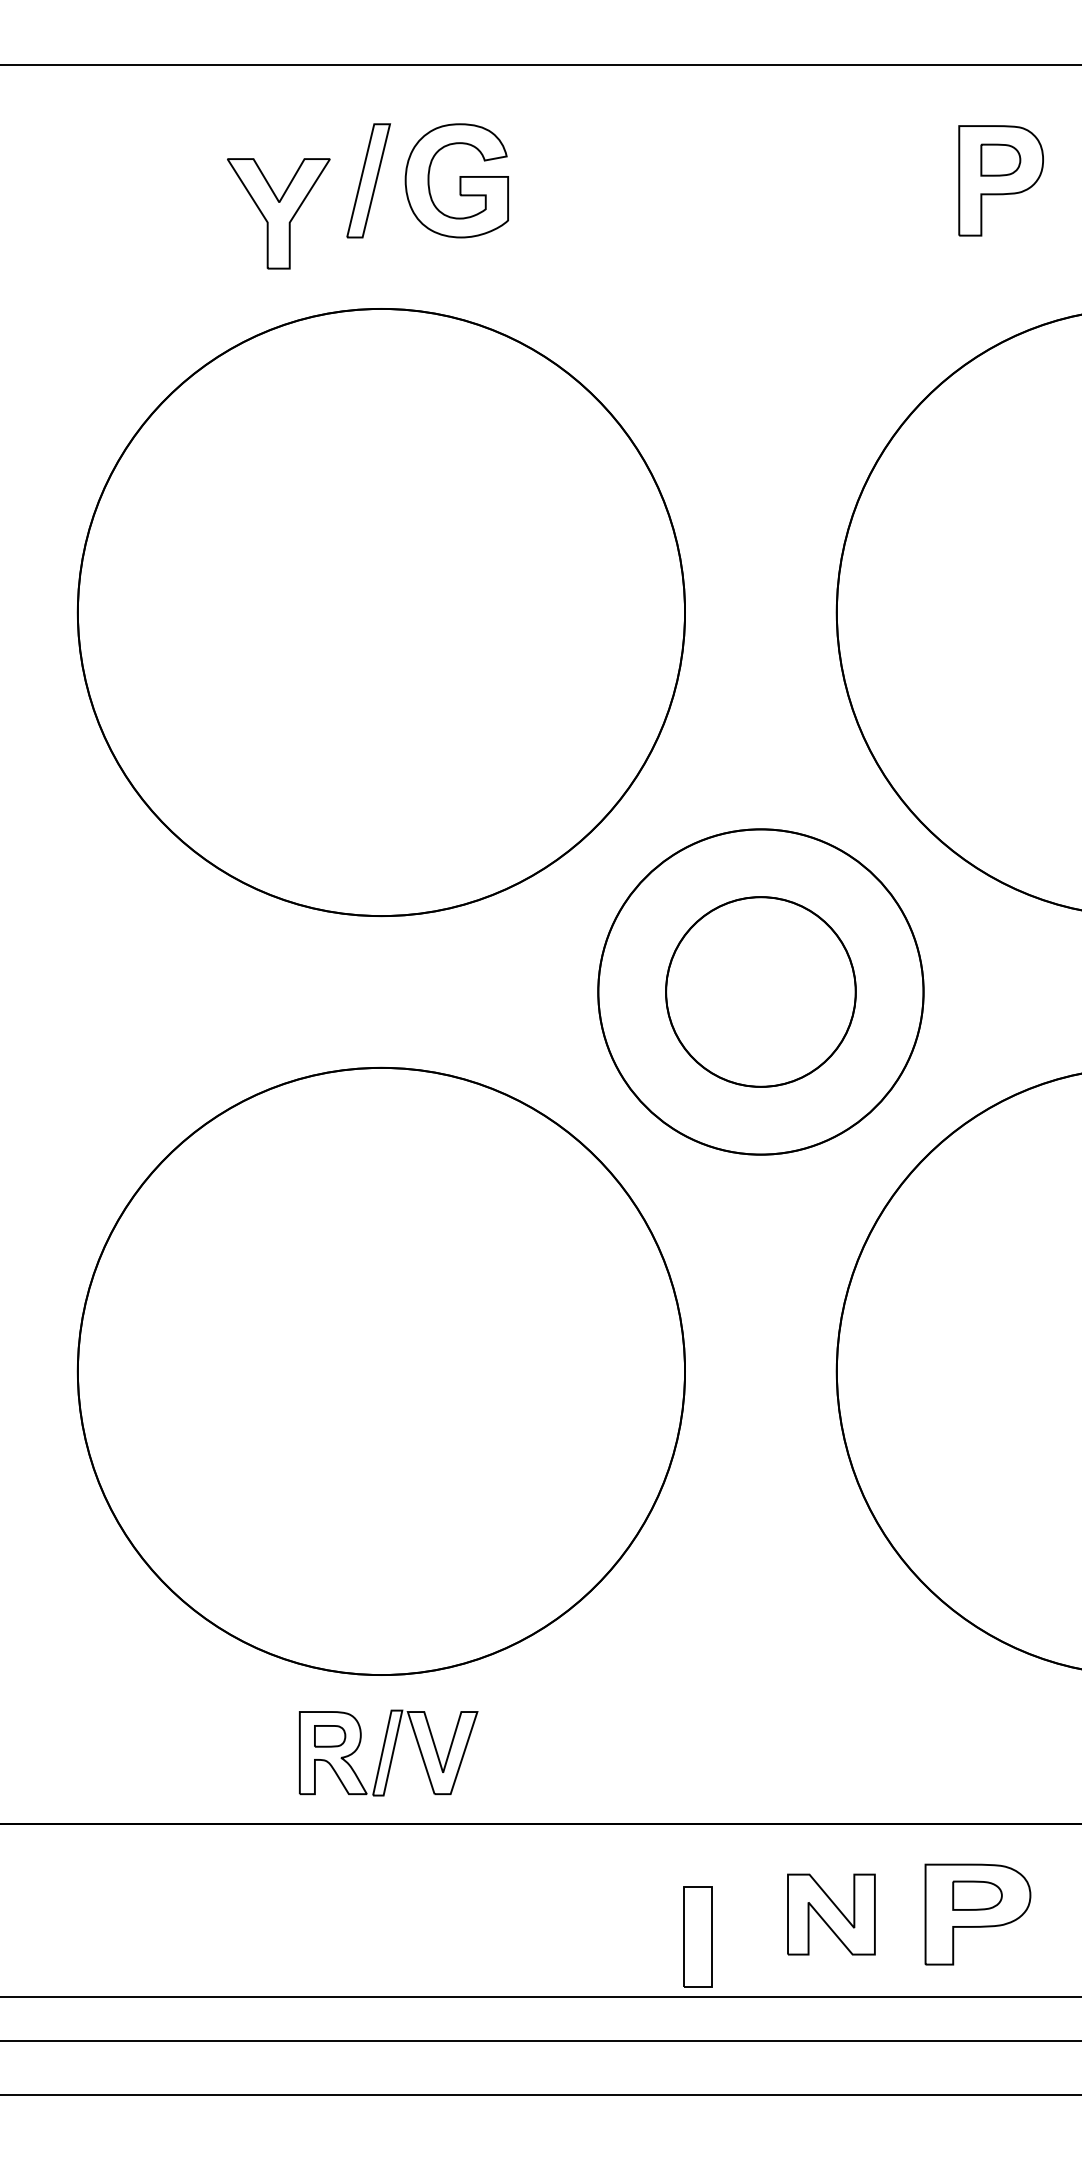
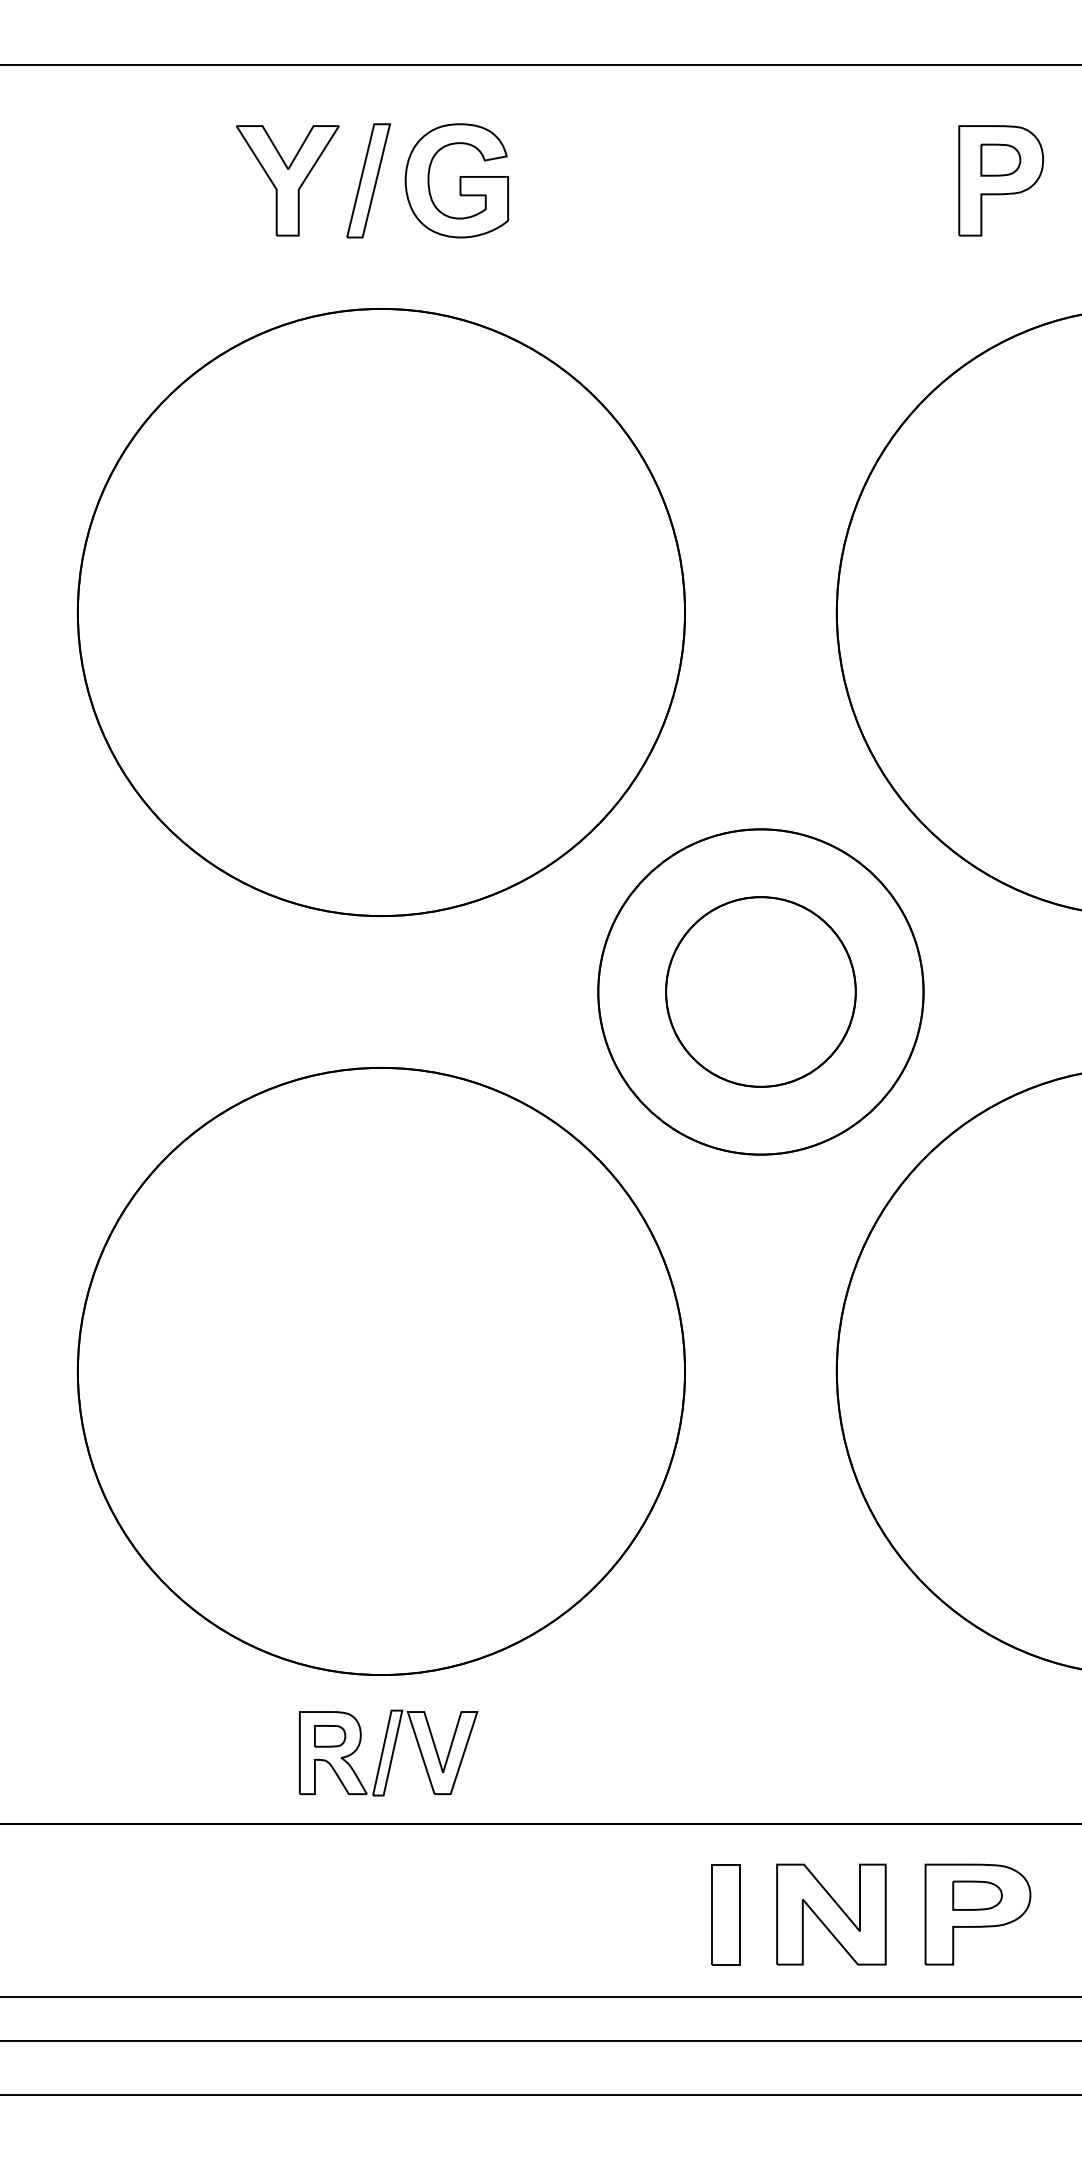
part at (278, 213) position: (278, 213) -> (287, 180)
part at (831, 1914) size: 89x83 px -> 111x103 px
part at (697, 1936) position: (697, 1936) -> (725, 1914)
